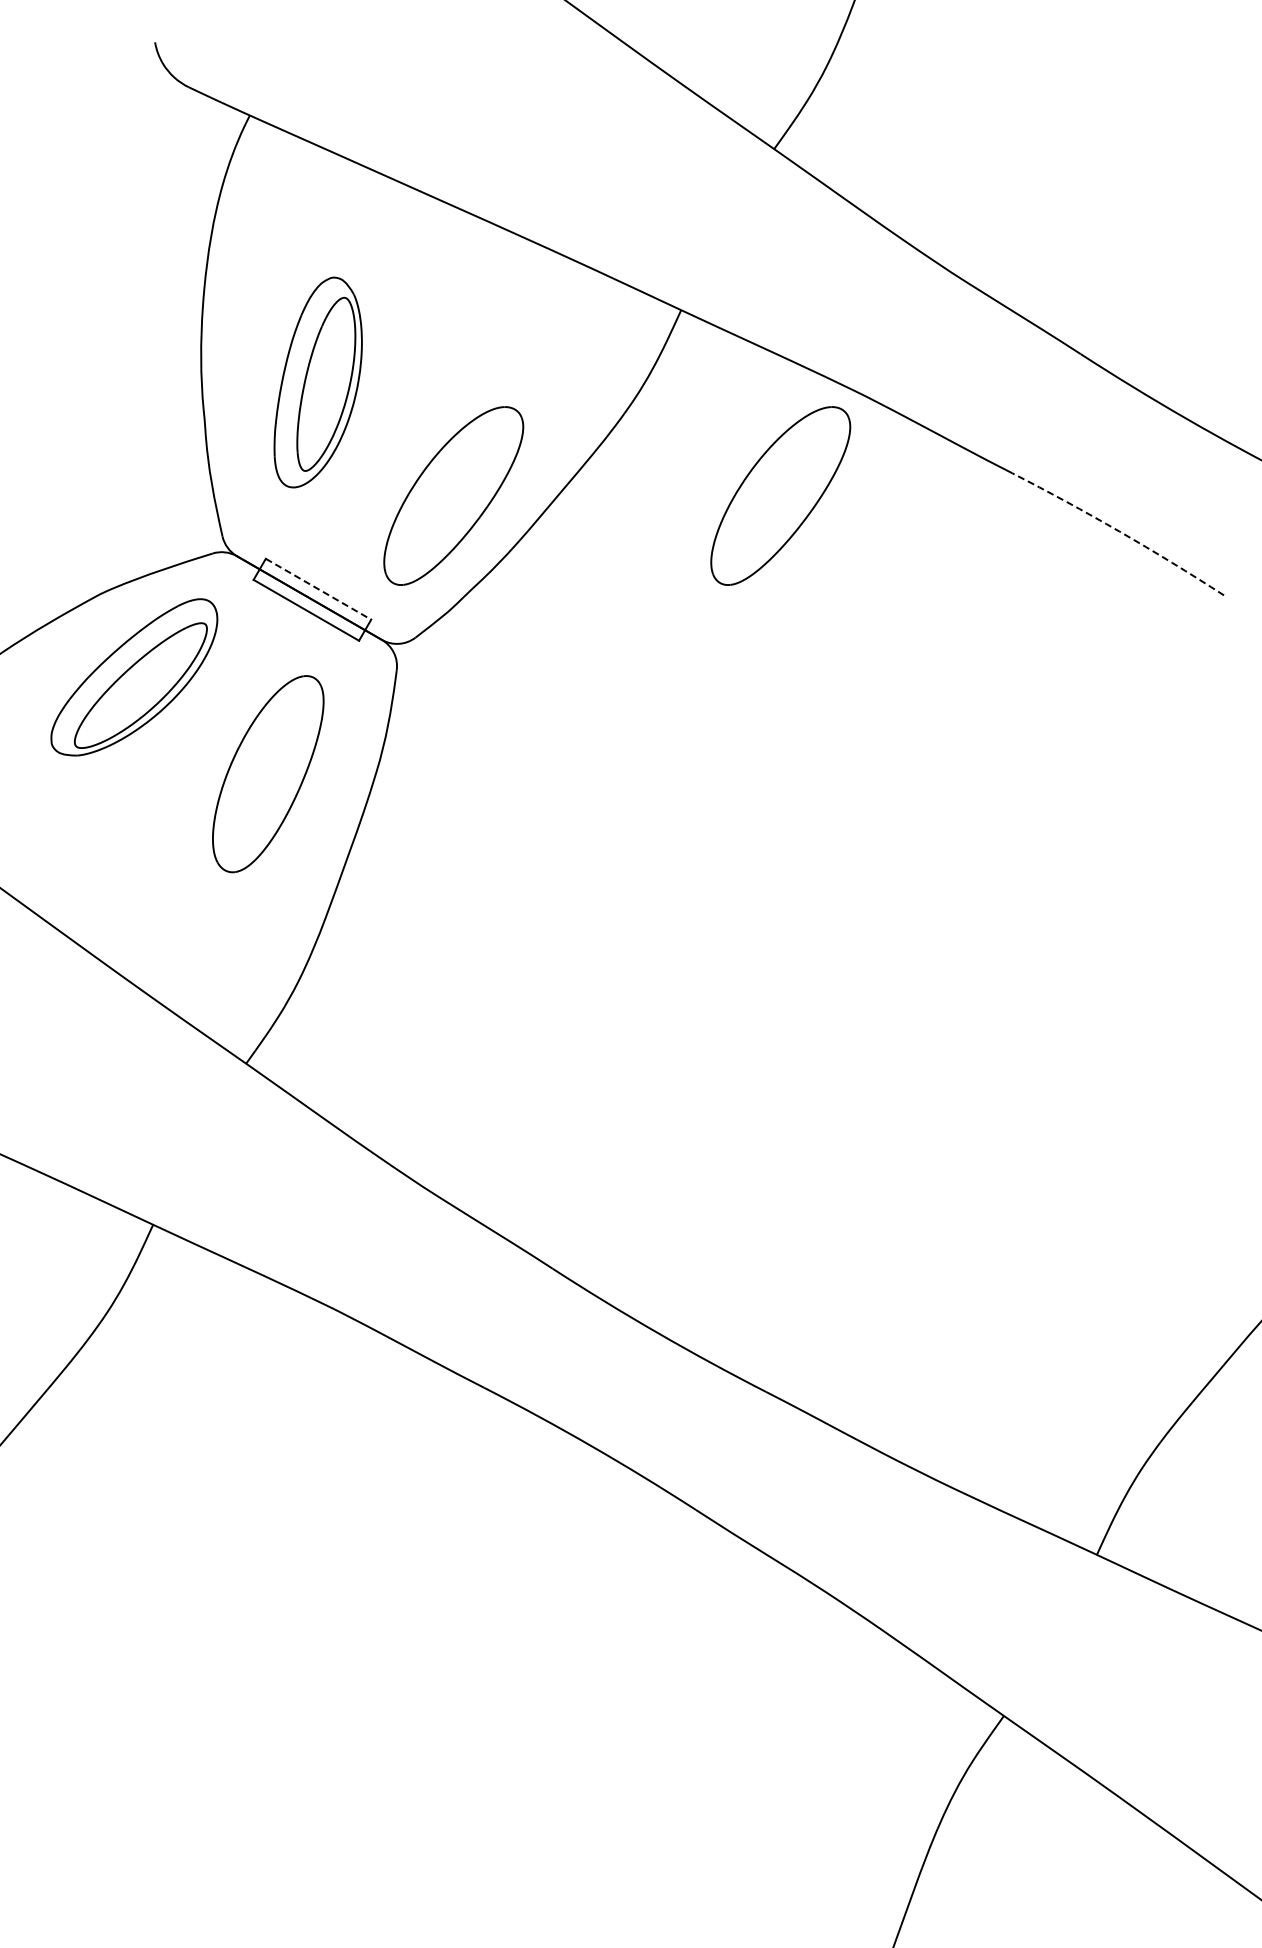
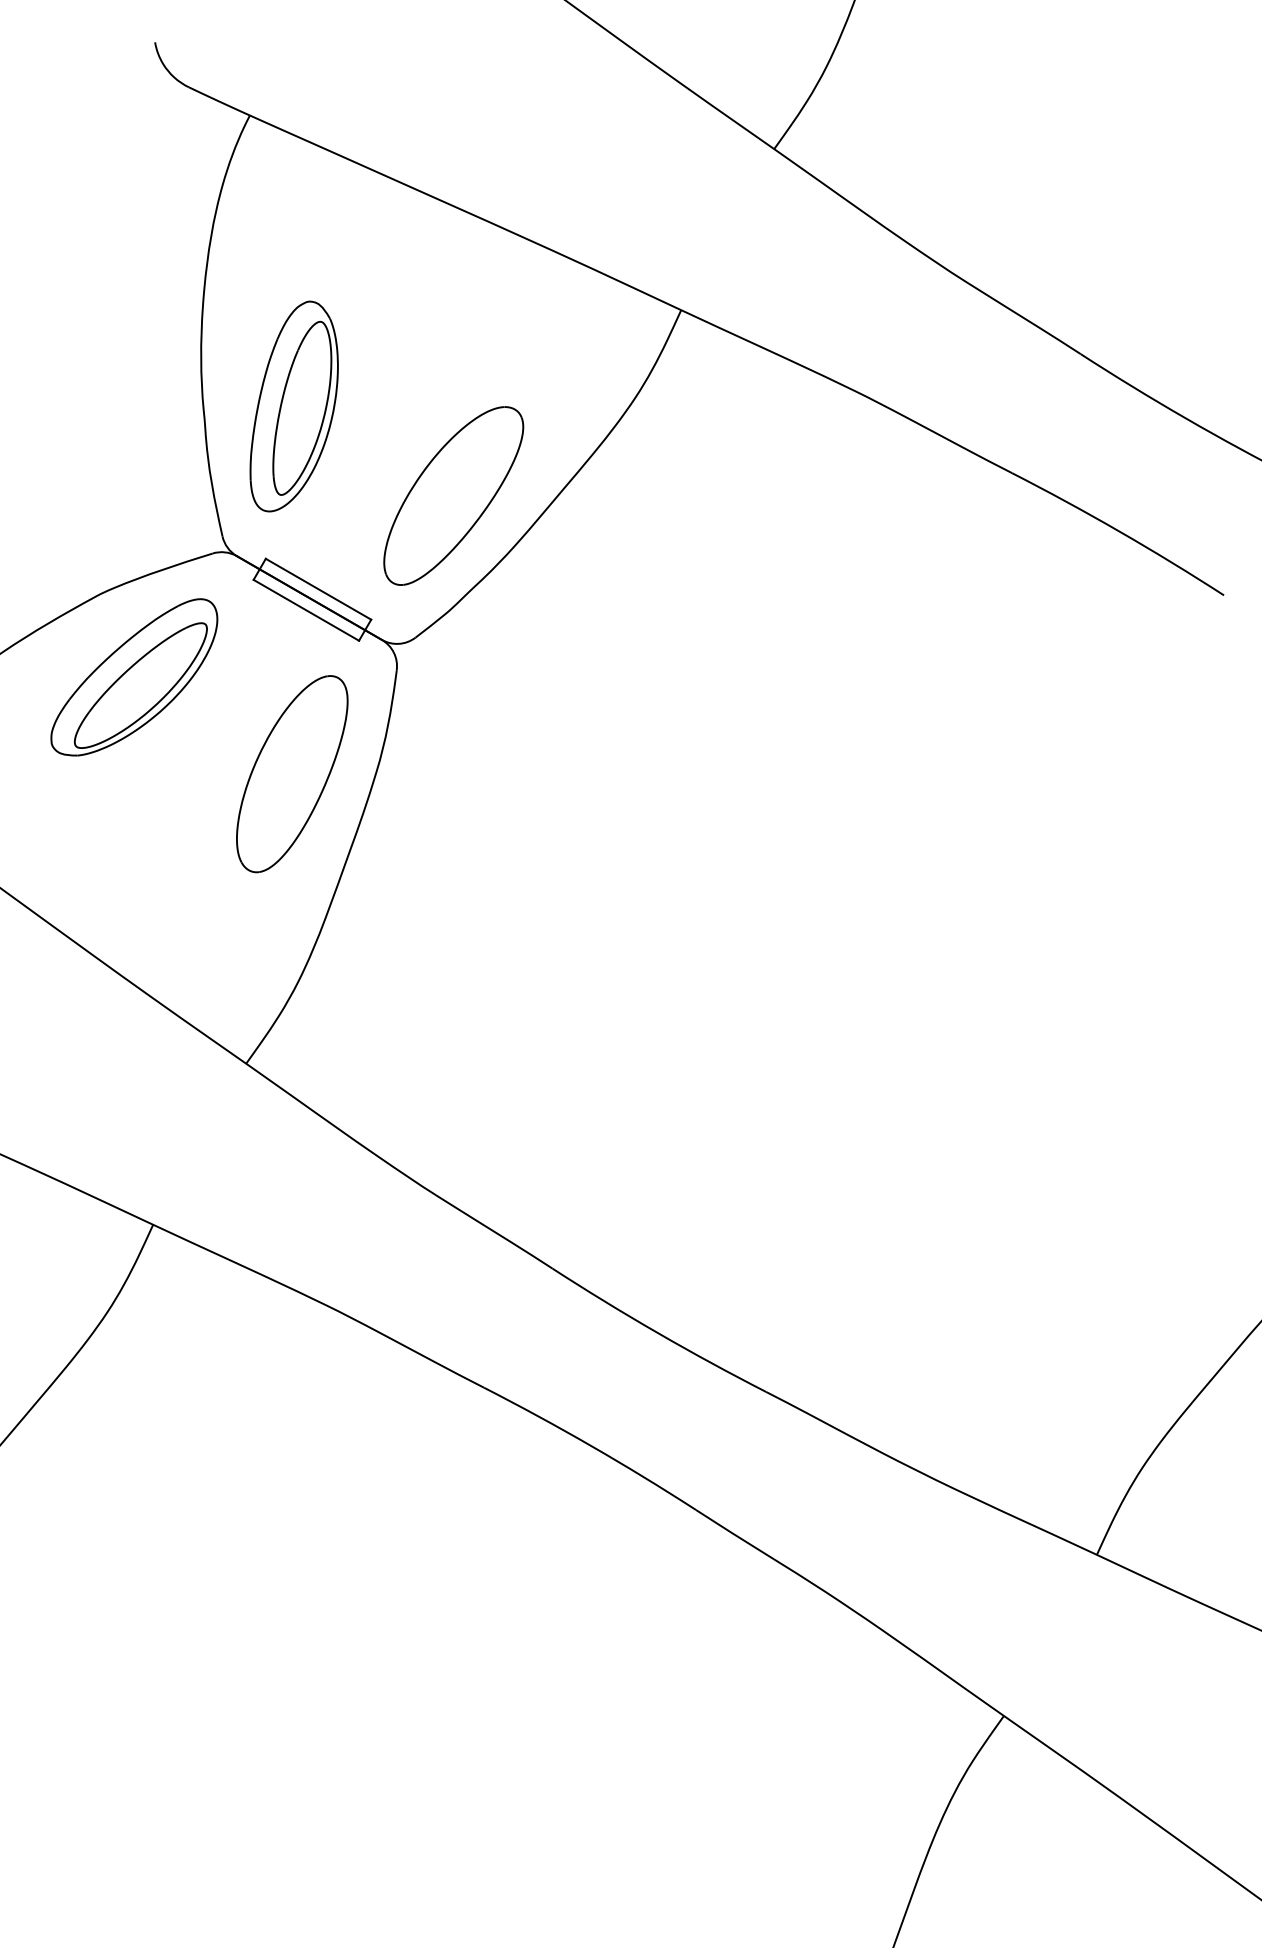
part at (317, 382) position: (317, 382) -> (293, 406)
part at (780, 495): present -> none
arc at (1119, 531): dashed -> solid
line at (318, 589): dashed -> solid
part at (268, 774) position: (268, 774) -> (292, 774)
